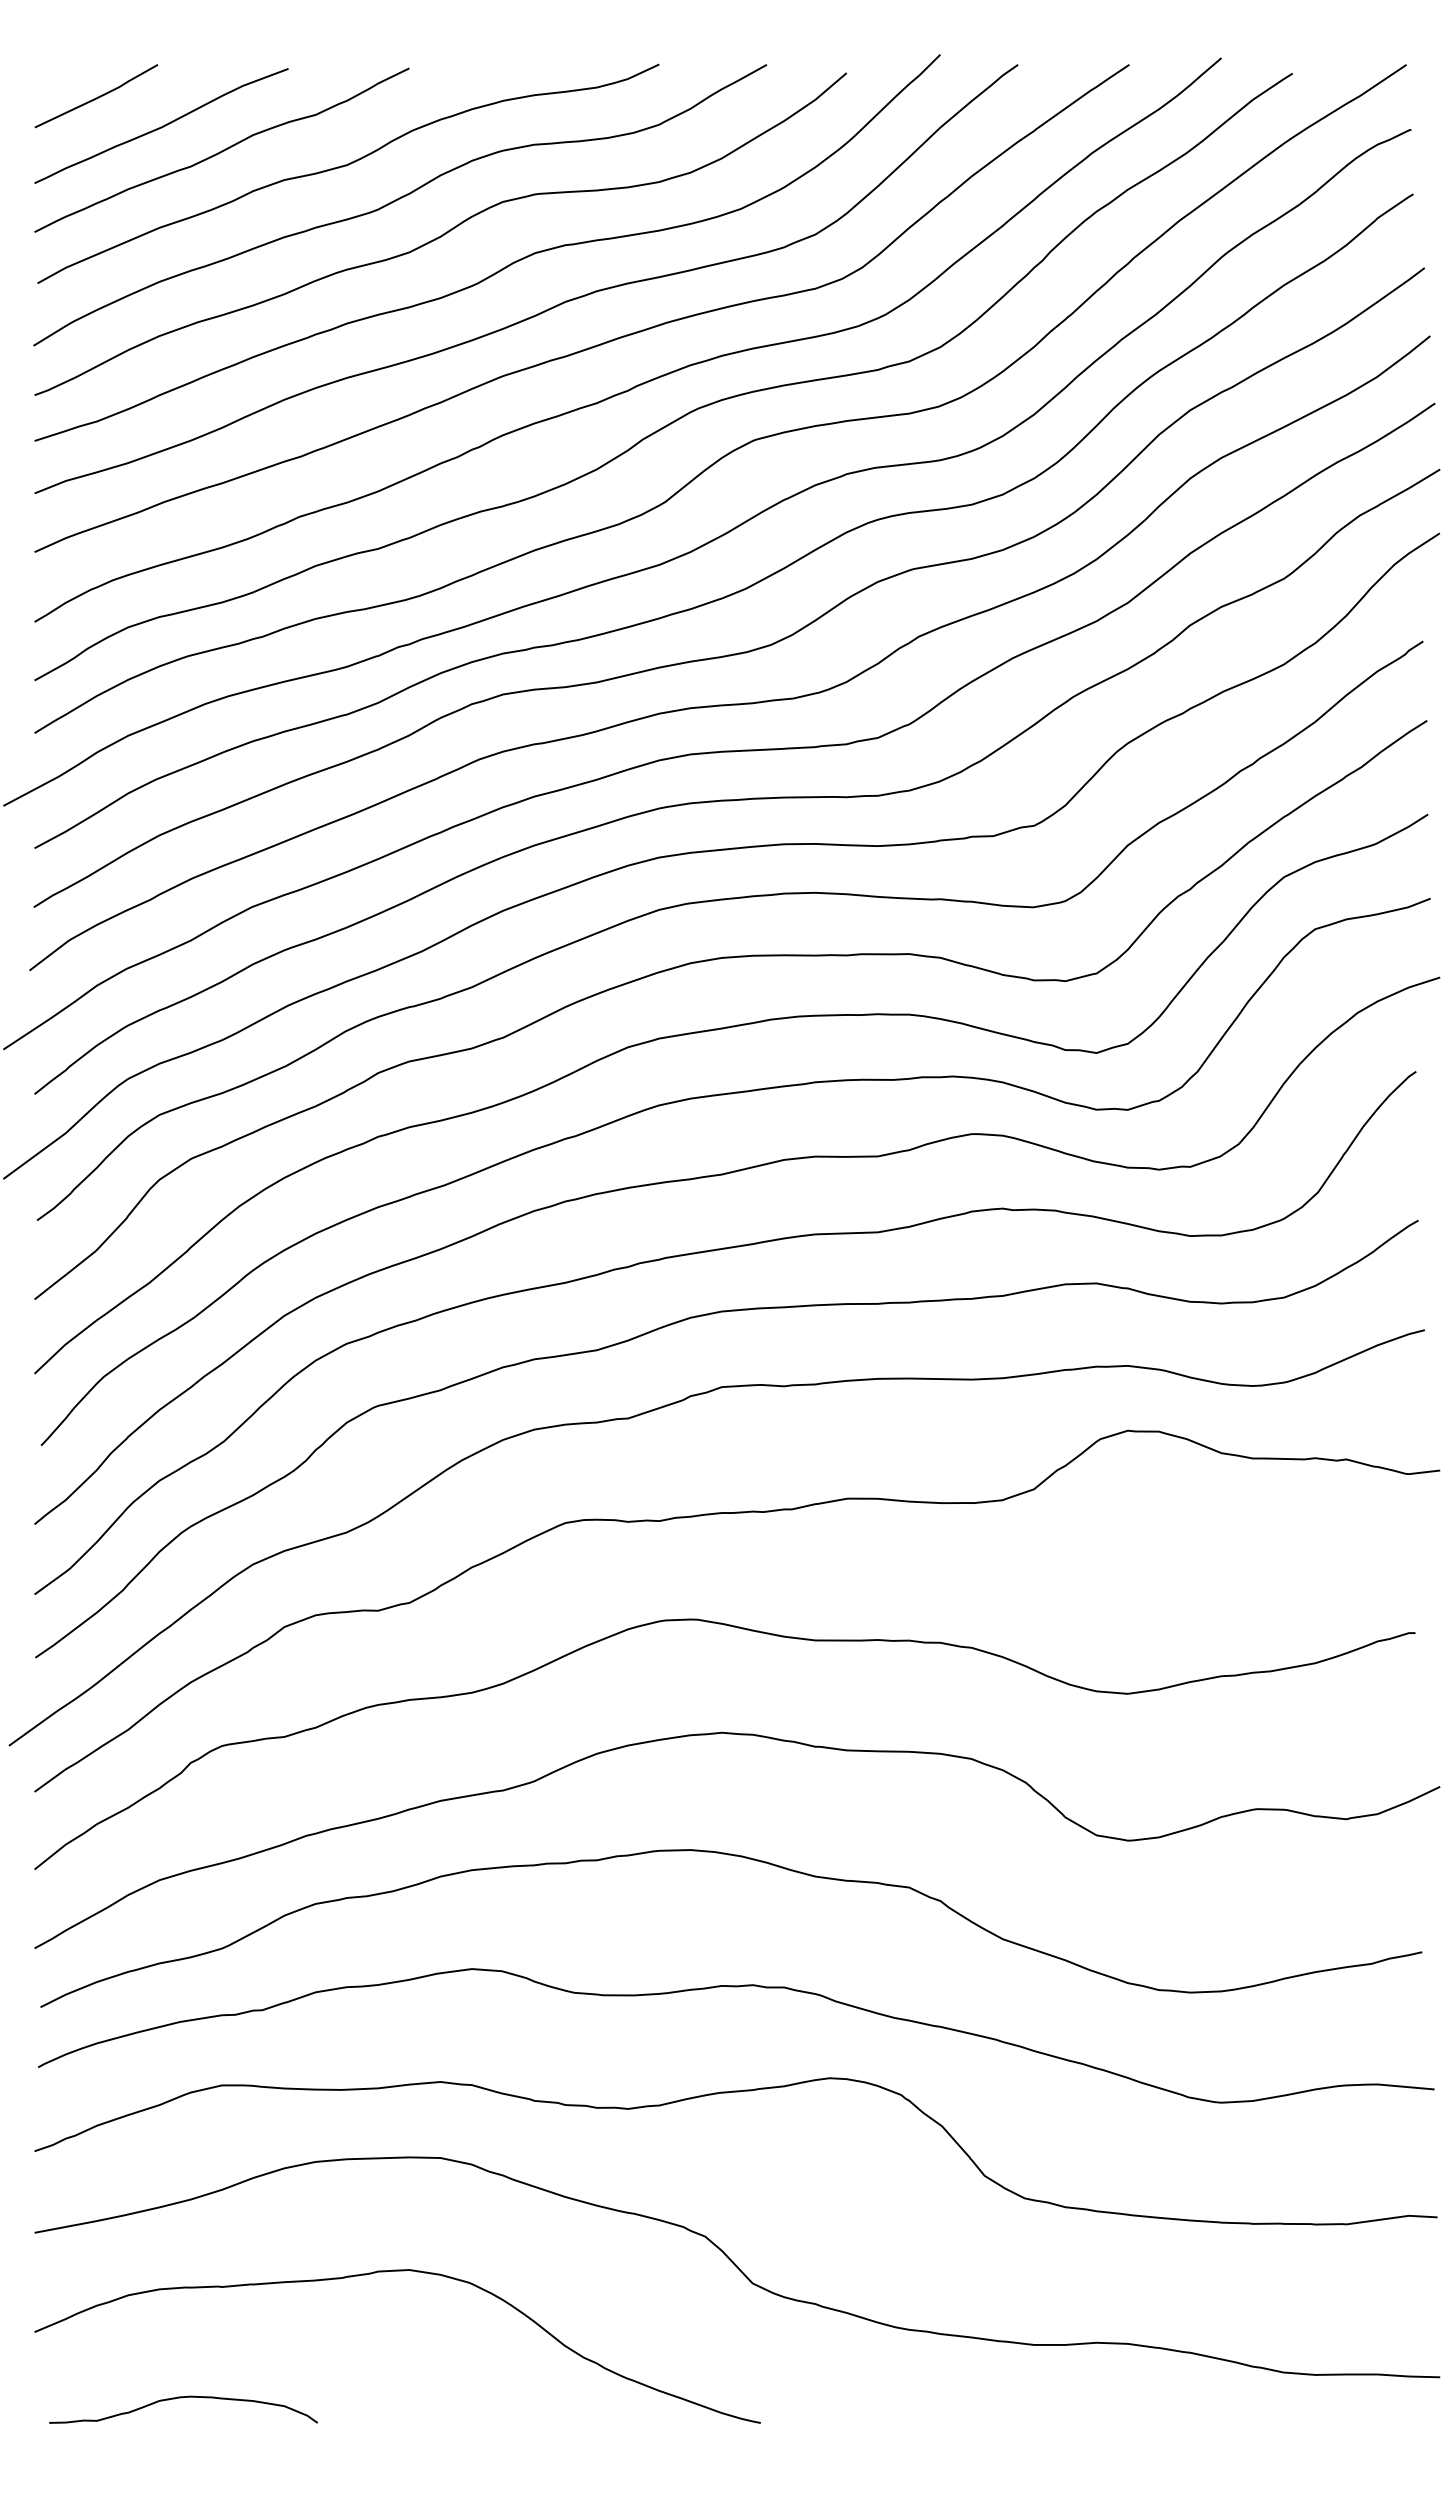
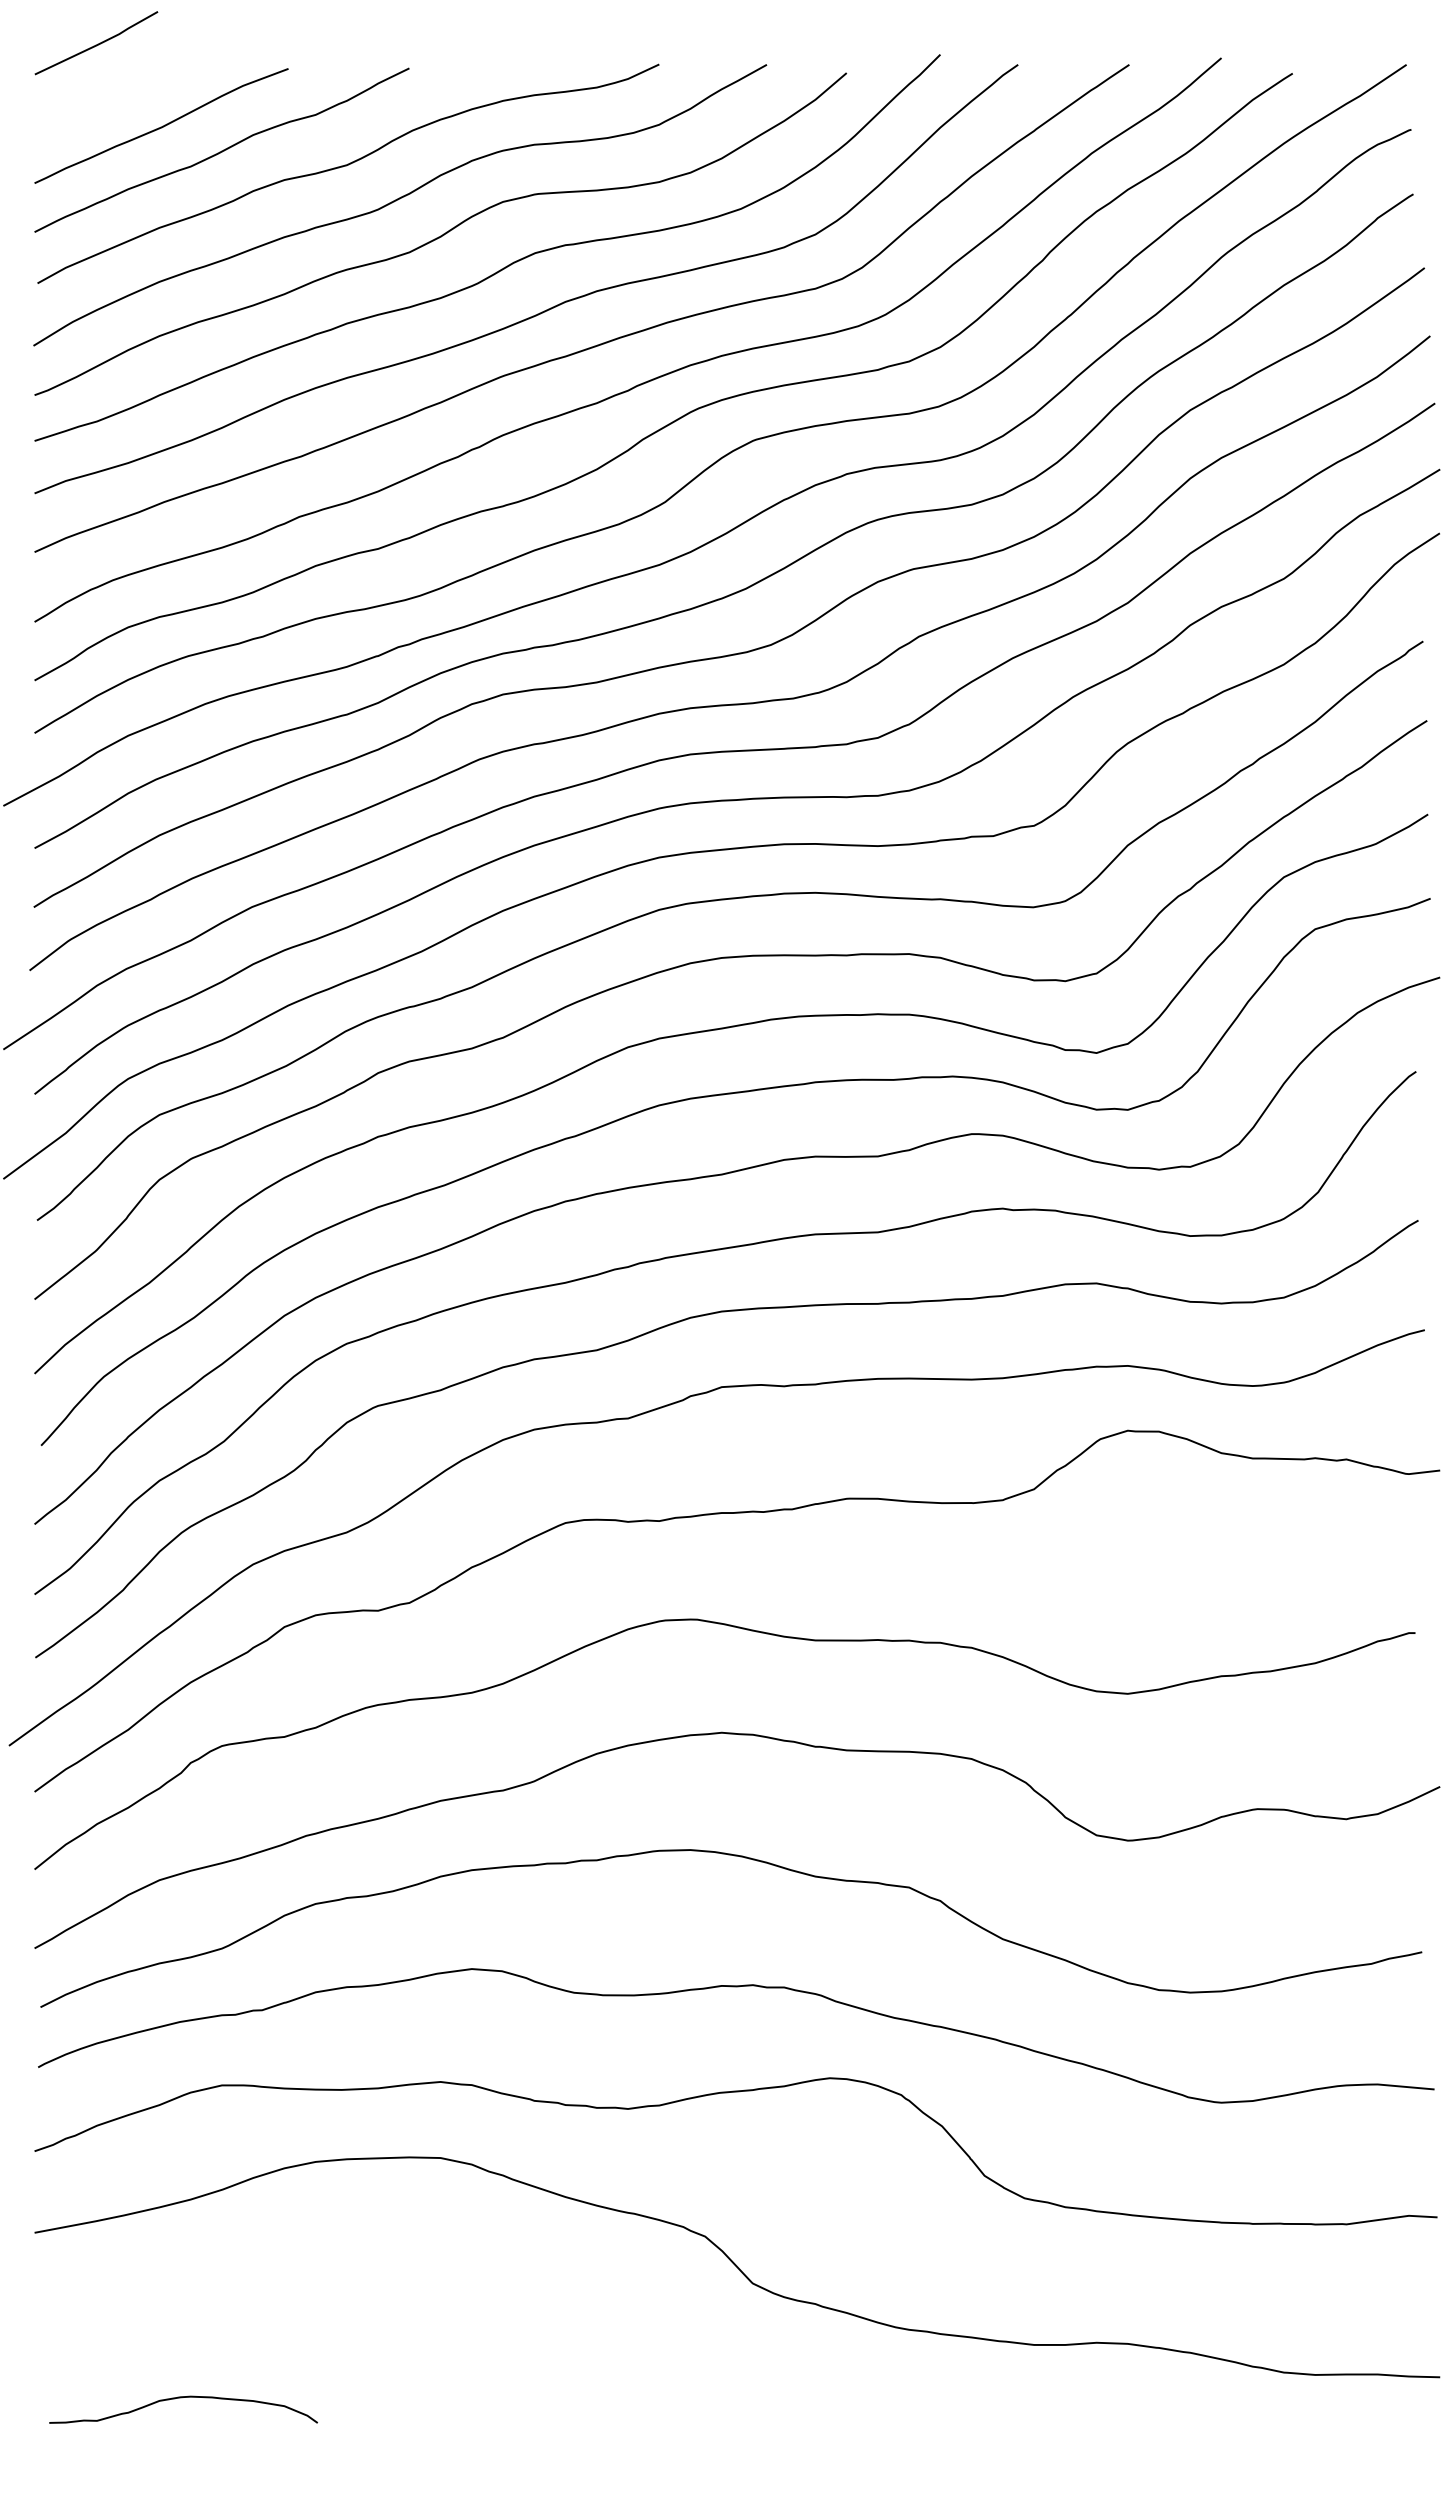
line at (96, 97) position: (96, 97) -> (96, 44)
curve at (385, 2272): present -> none
